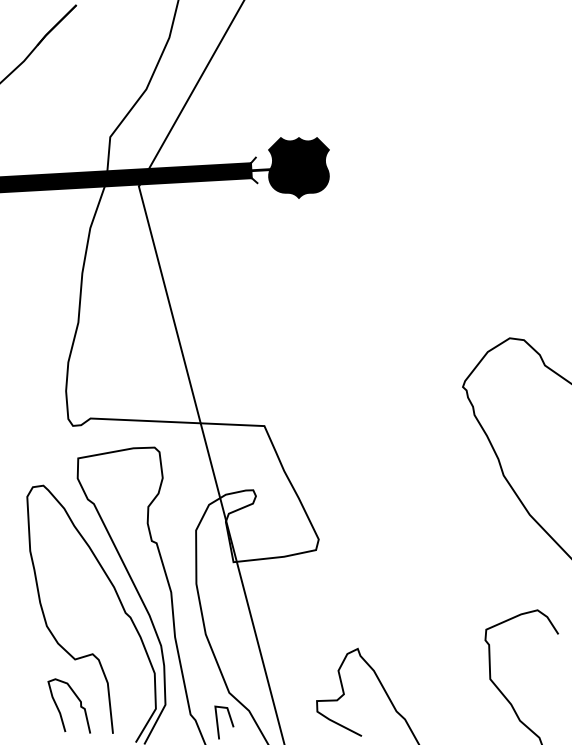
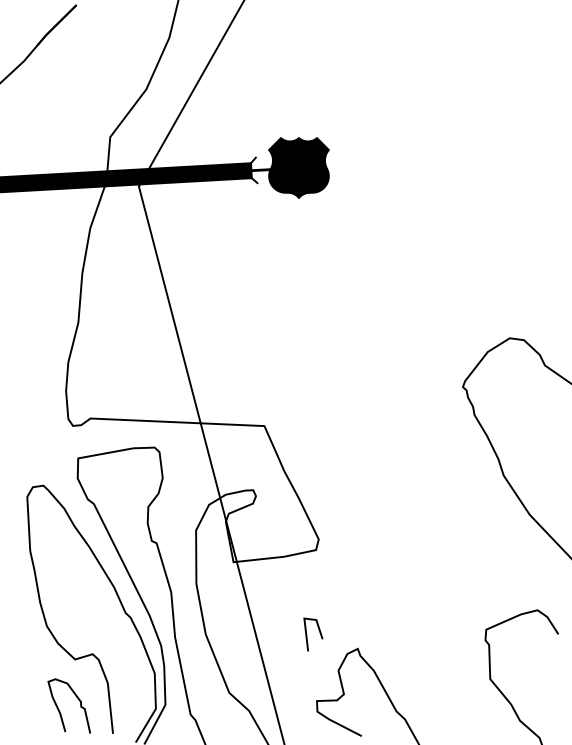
line at (218, 722) position: (218, 722) -> (307, 634)
